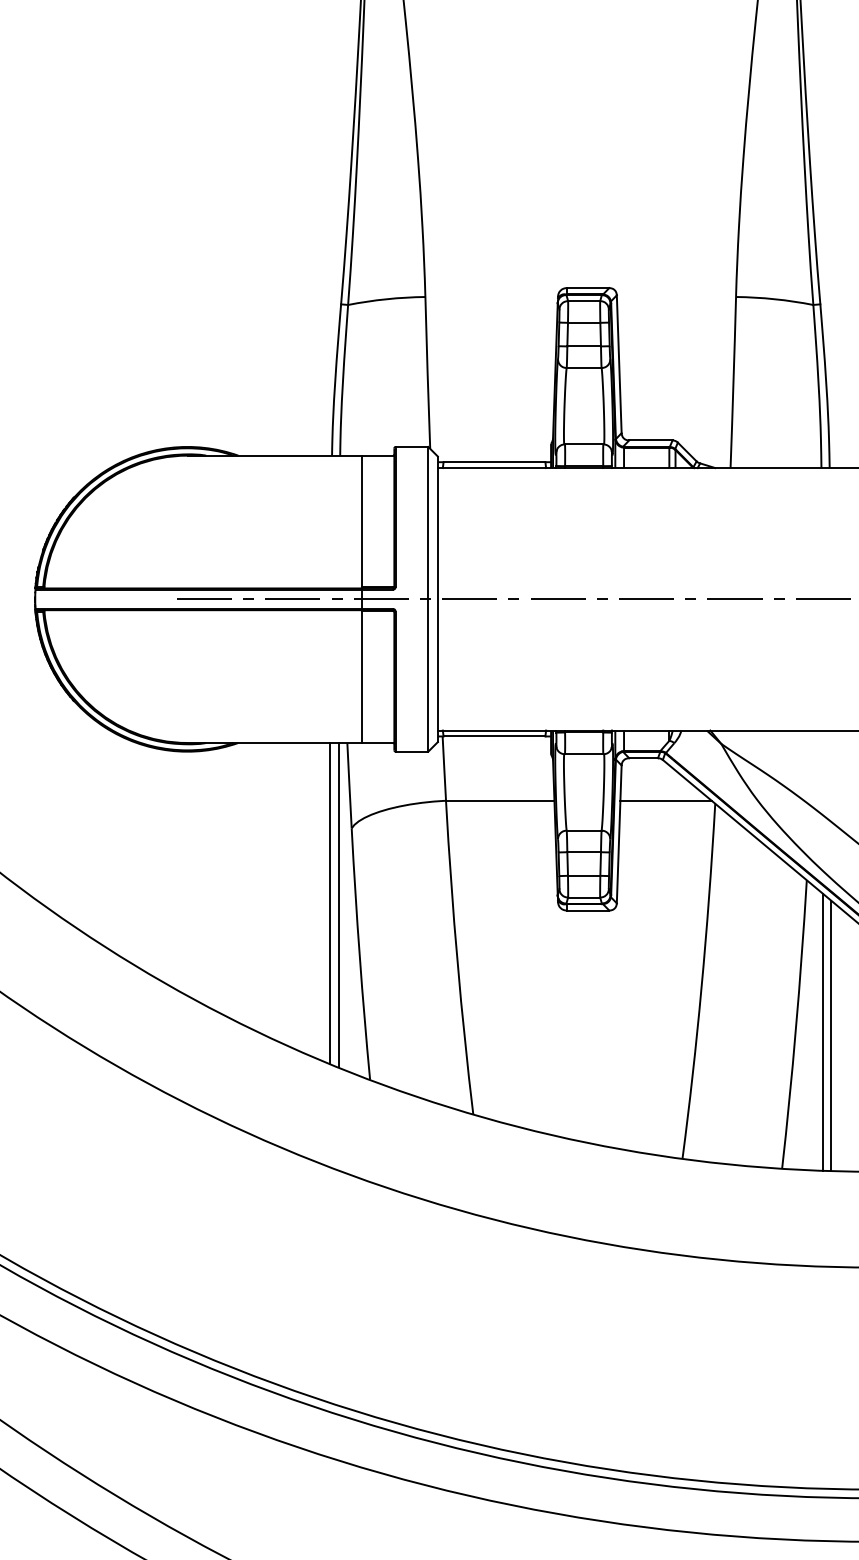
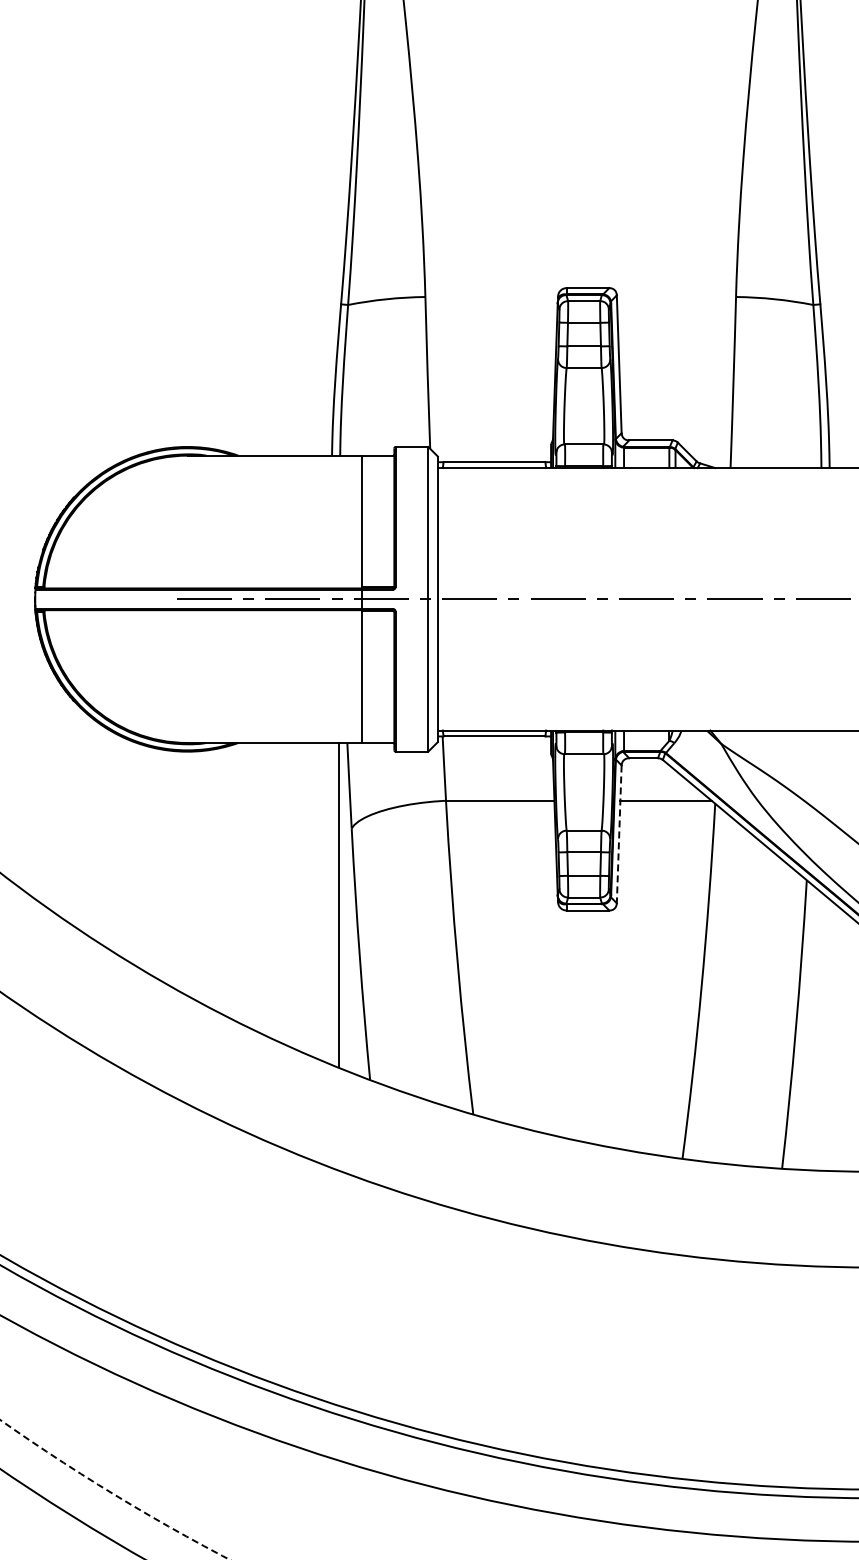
line at (619, 834): solid -> dashed
line at (330, 902): present -> none
line at (822, 1031): present -> none
line at (831, 1035): present -> none
arc at (113, 1494): solid -> dashed
